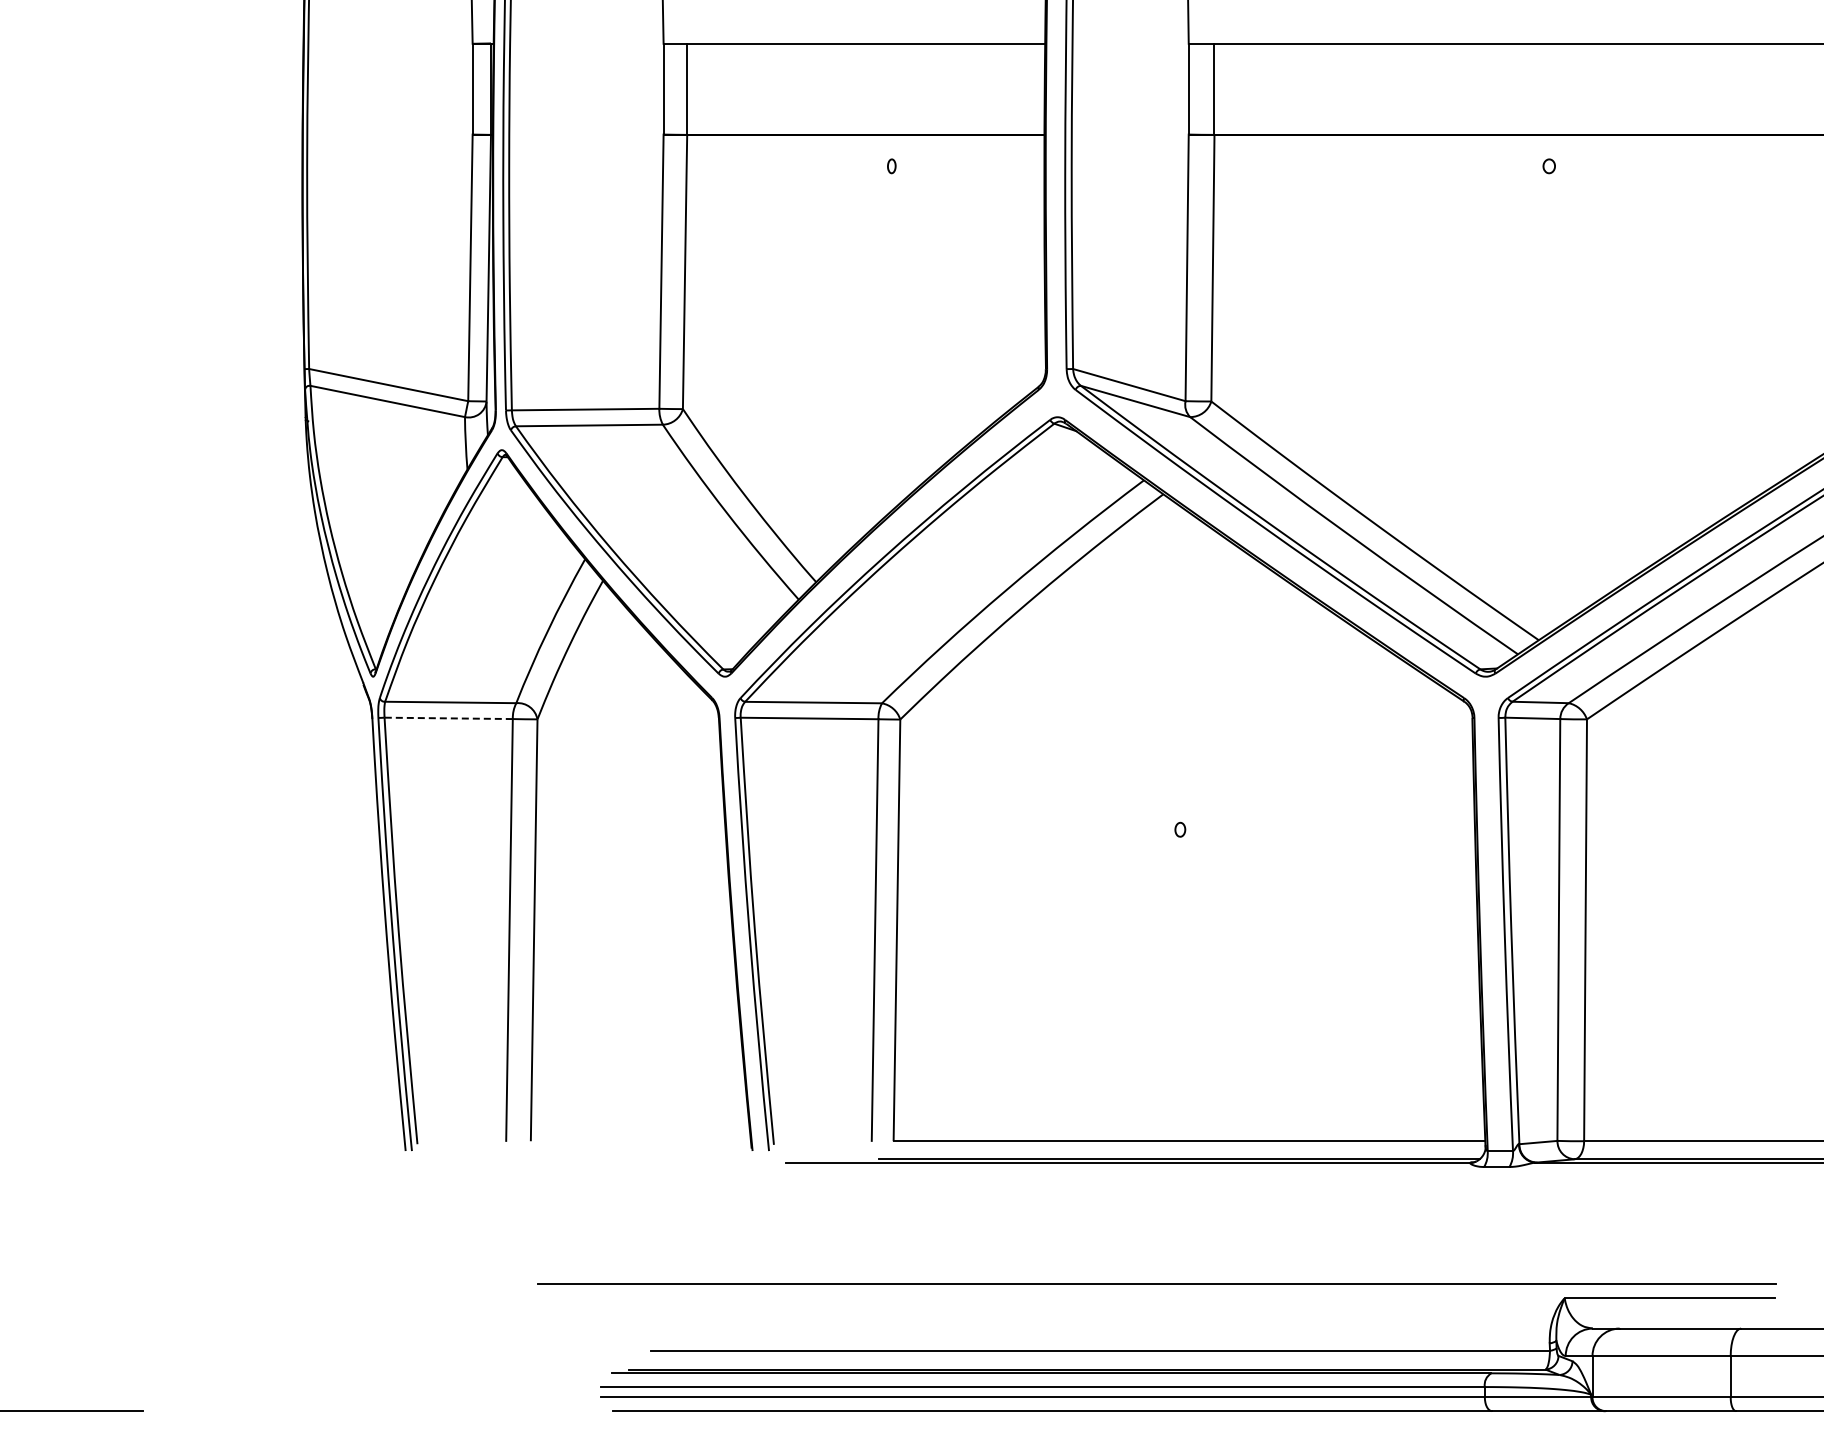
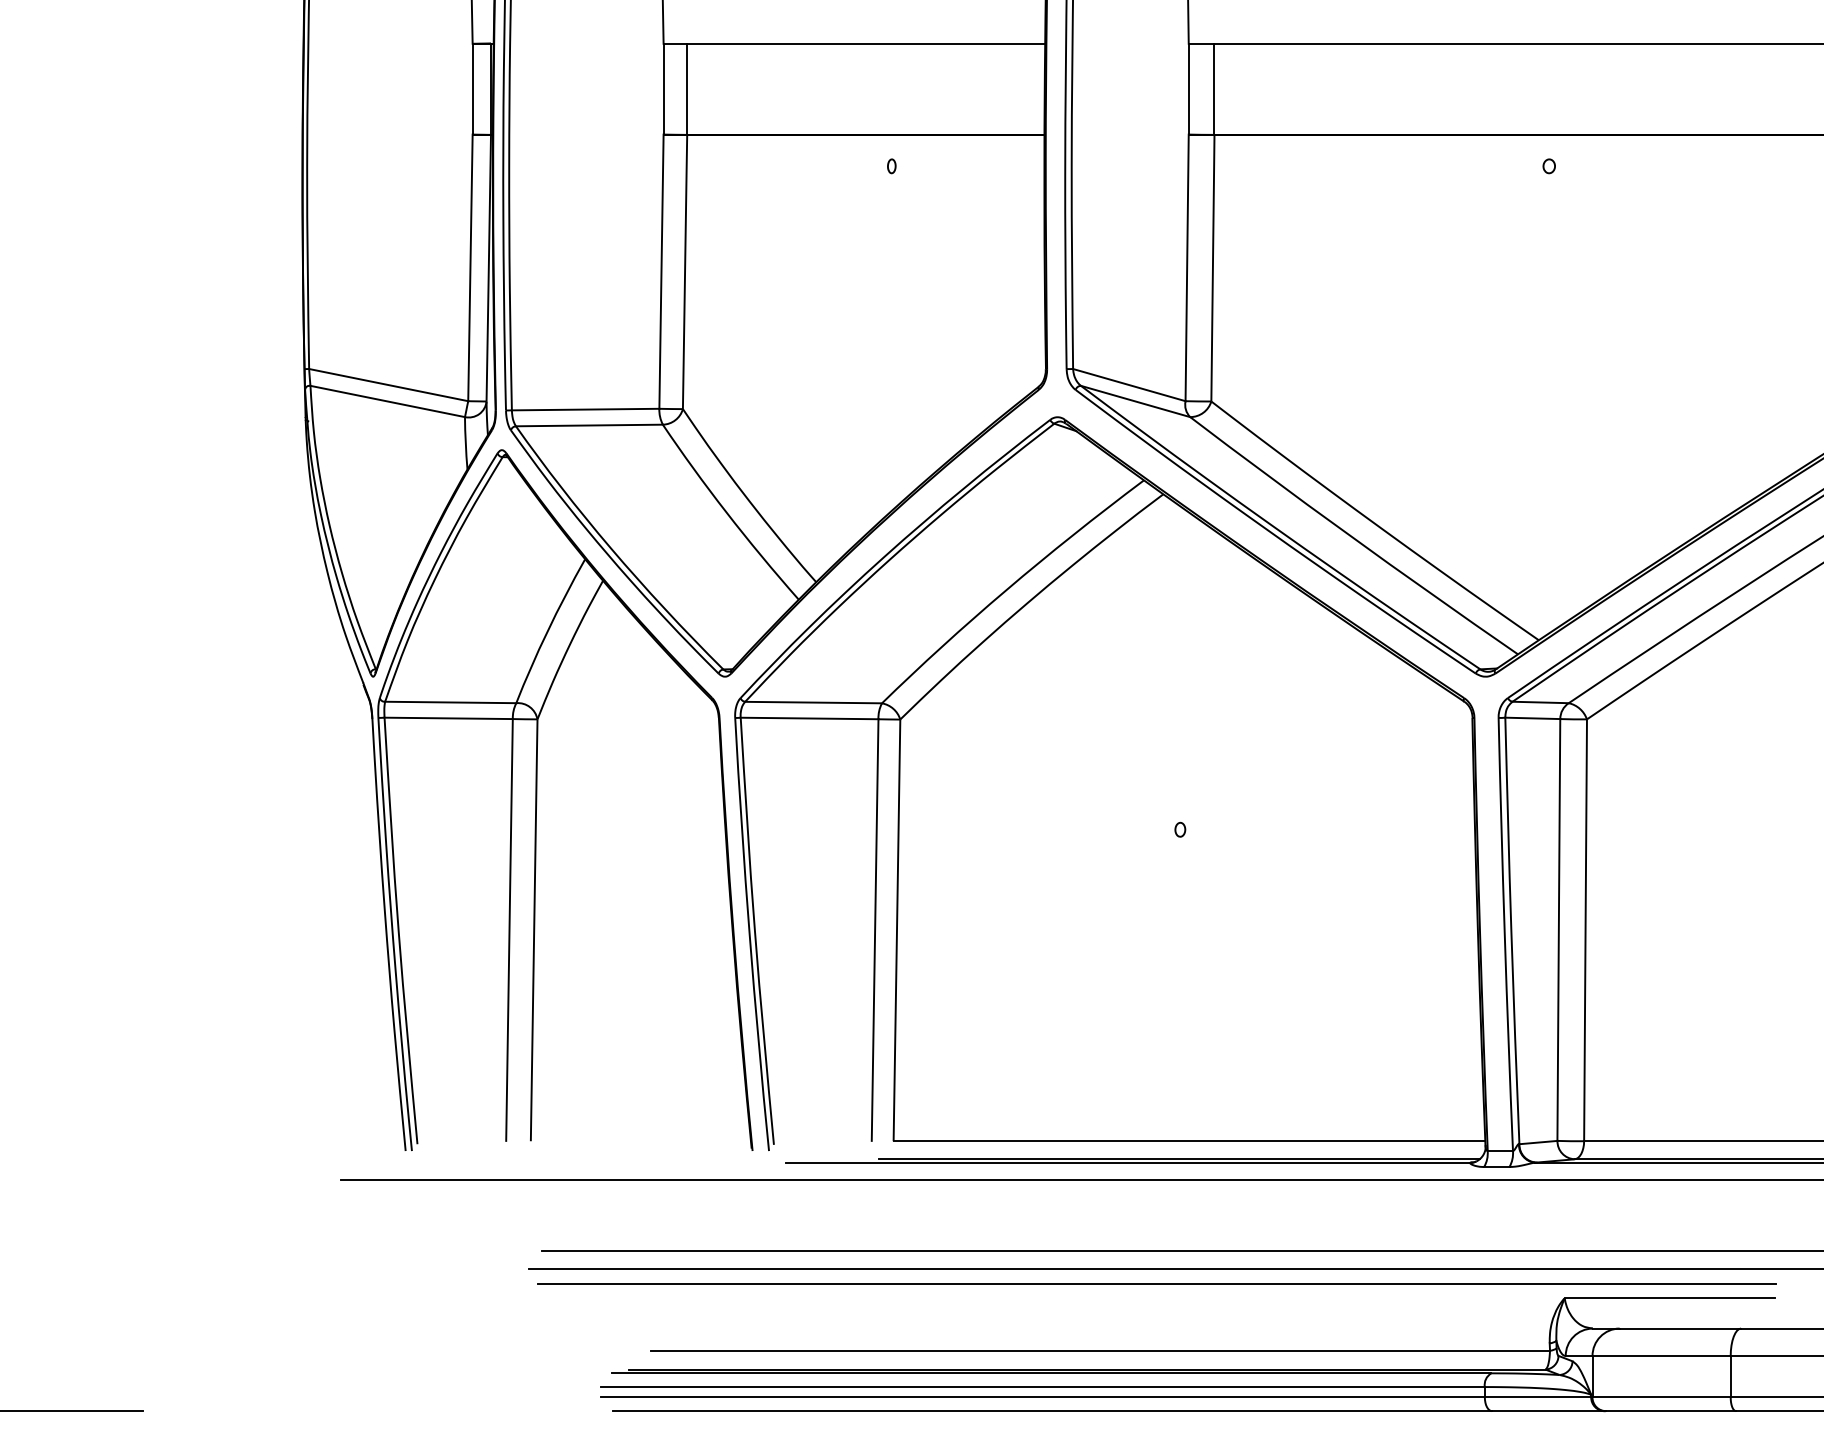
line at (448, 718): dashed -> solid
line at (1080, 1180): none -> present
line at (1180, 1251): none -> present
line at (1174, 1268): none -> present
